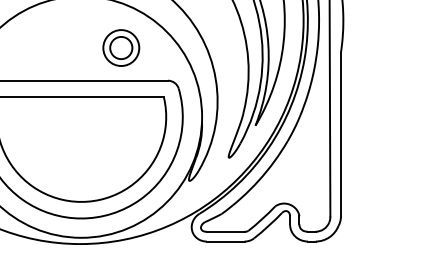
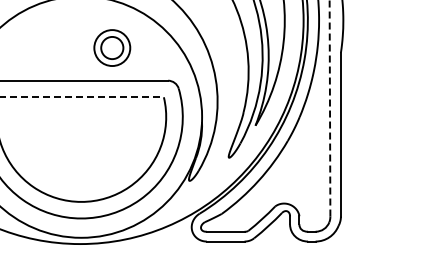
part at (121, 47) position: (121, 47) -> (112, 47)
line at (82, 97): solid -> dashed
line at (330, 108): solid -> dashed
